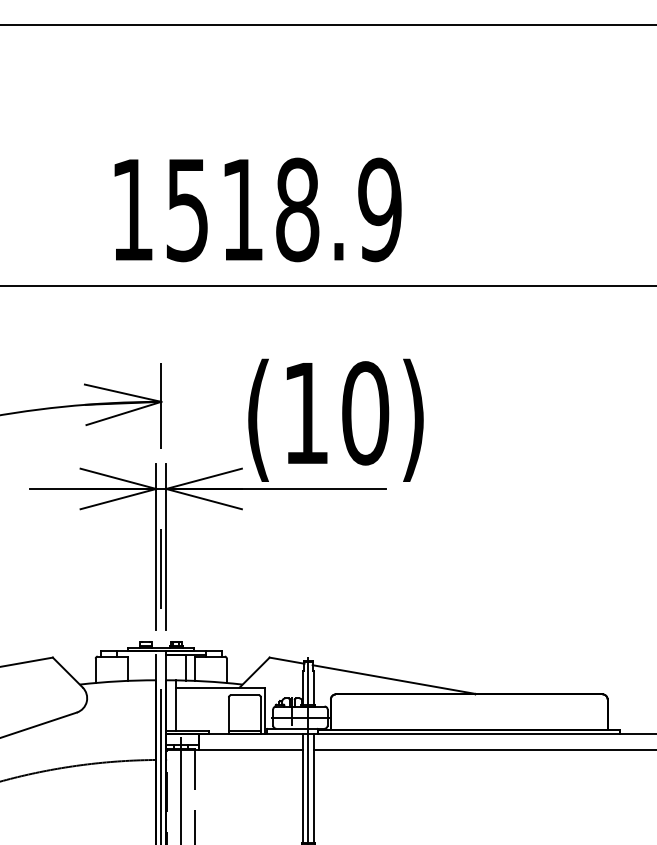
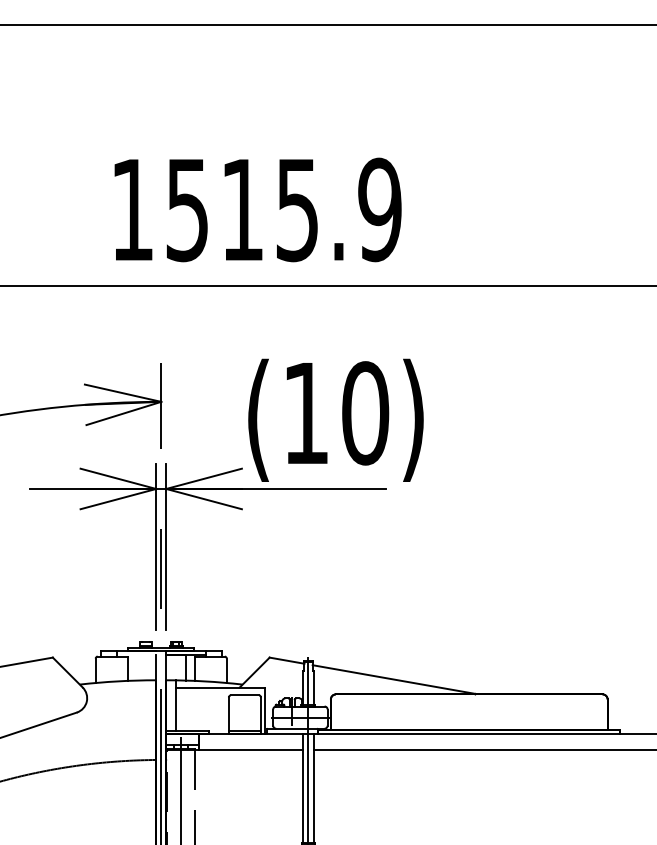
text at (297, 209): 1518.9 -> 1515.9
